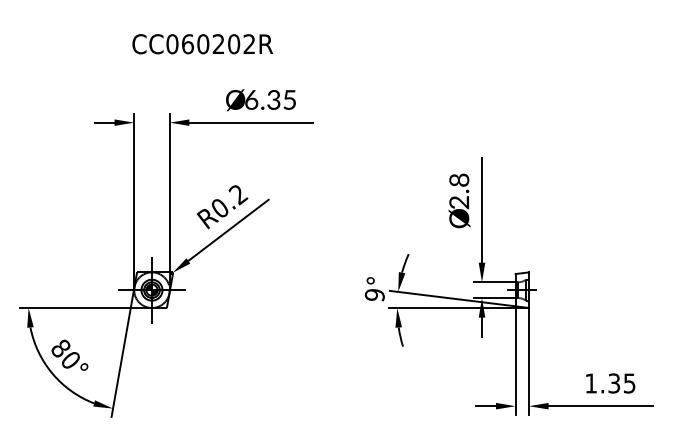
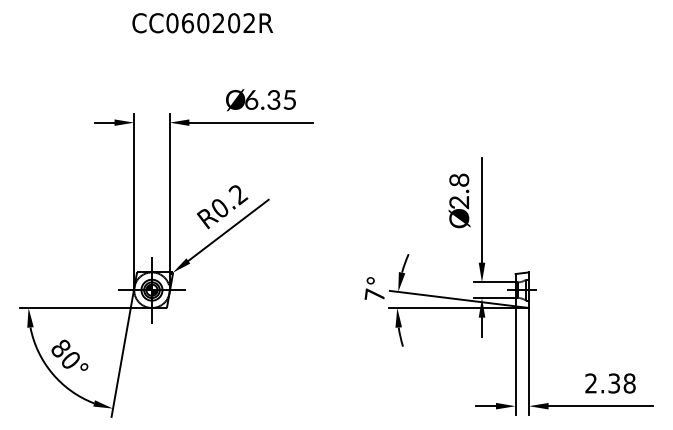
text at (202, 44) position: (202, 44) -> (202, 23)
text at (374, 294): 9° -> 7°
text at (610, 383): 1.35 -> 2.38
